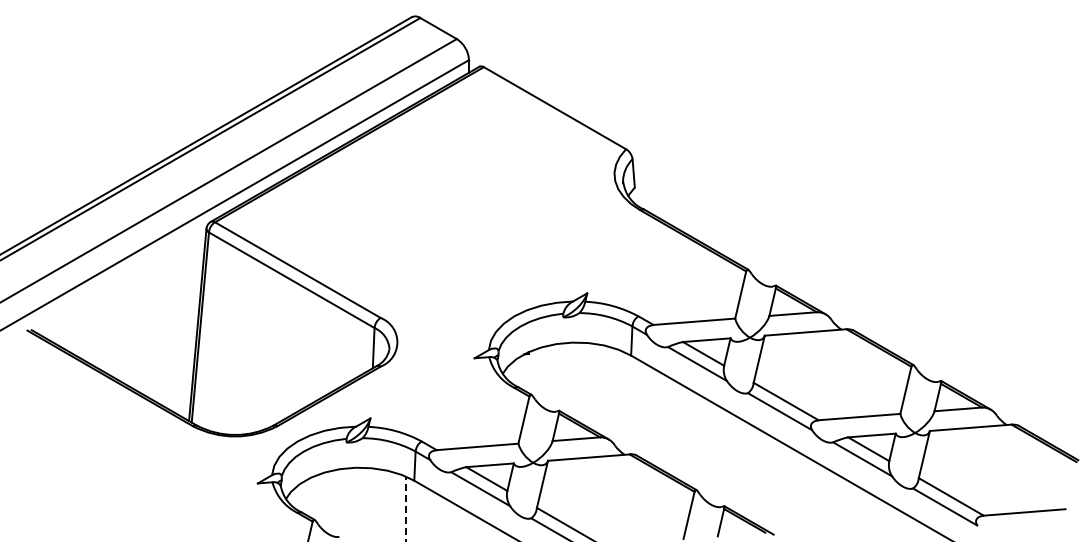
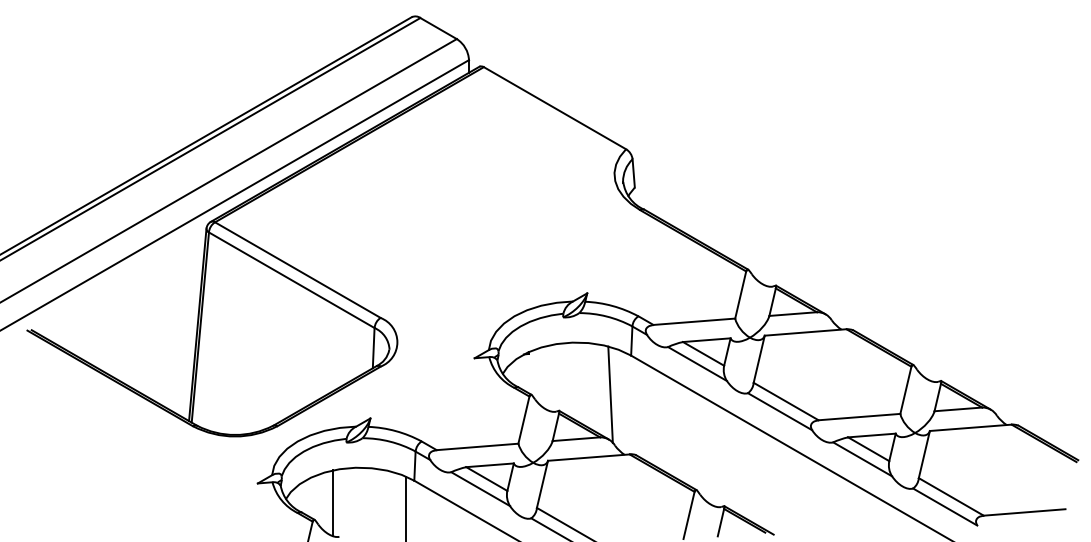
line at (610, 394): none -> present
line at (333, 503): none -> present
line at (405, 509): dashed -> solid
